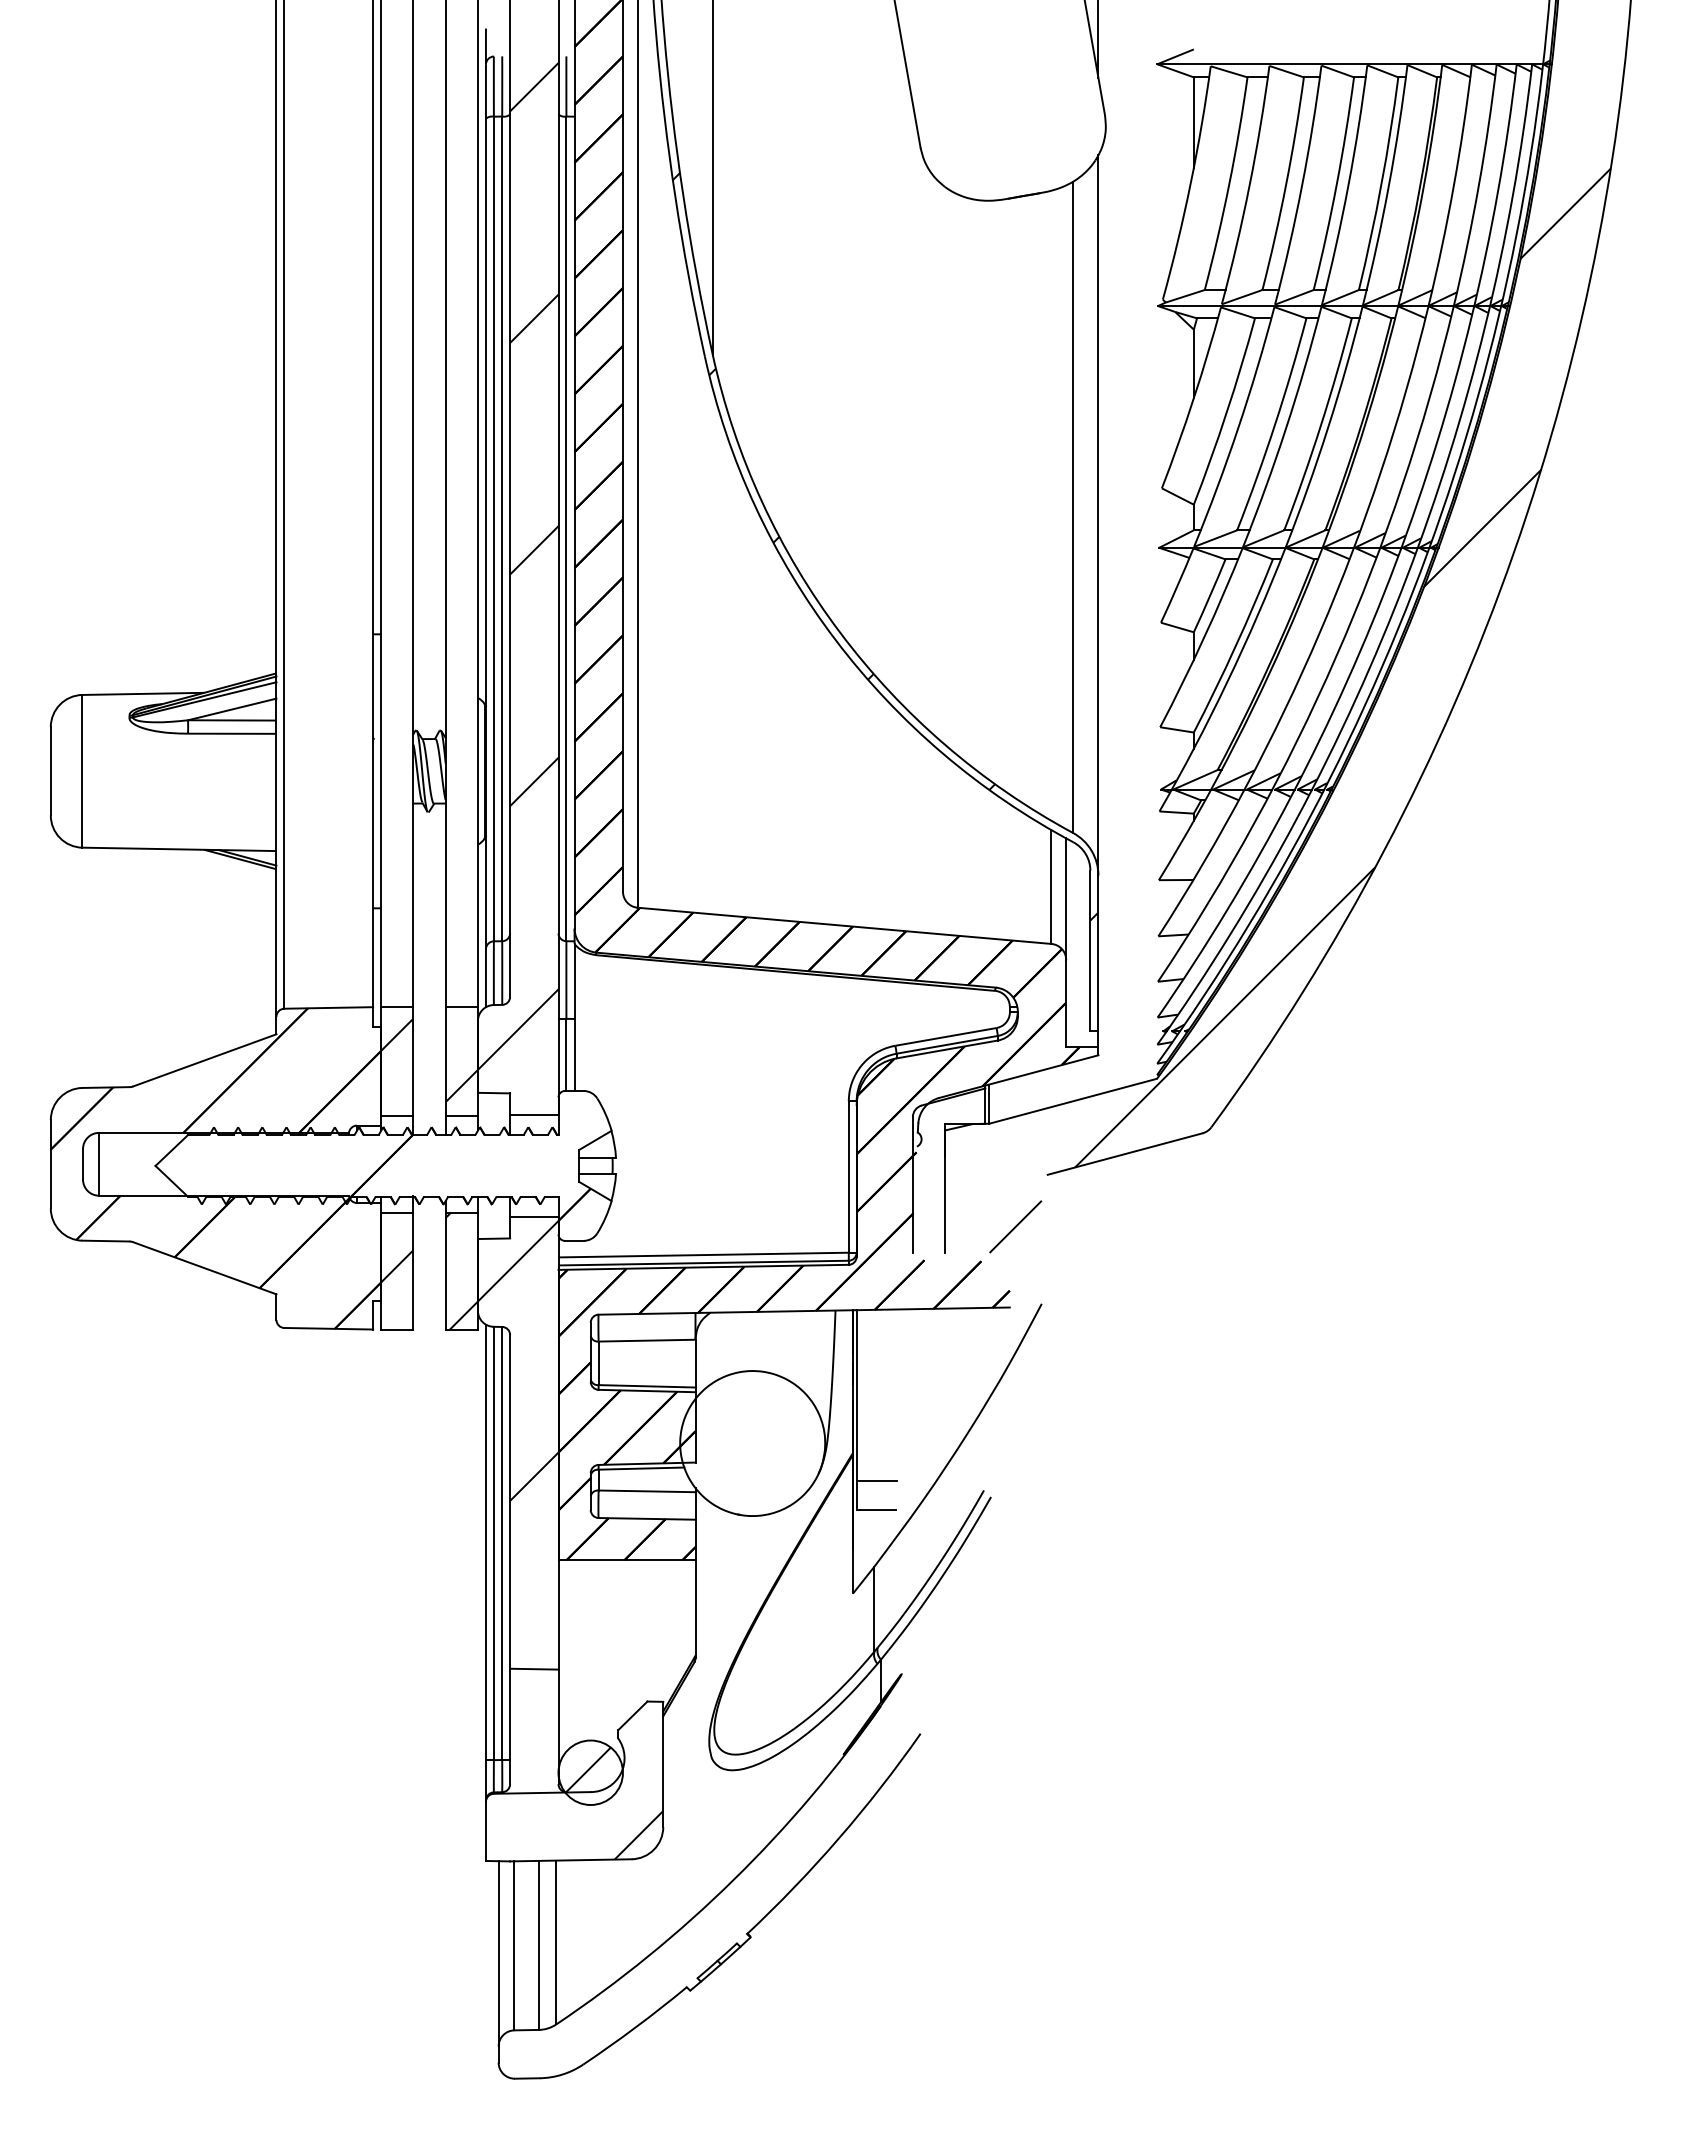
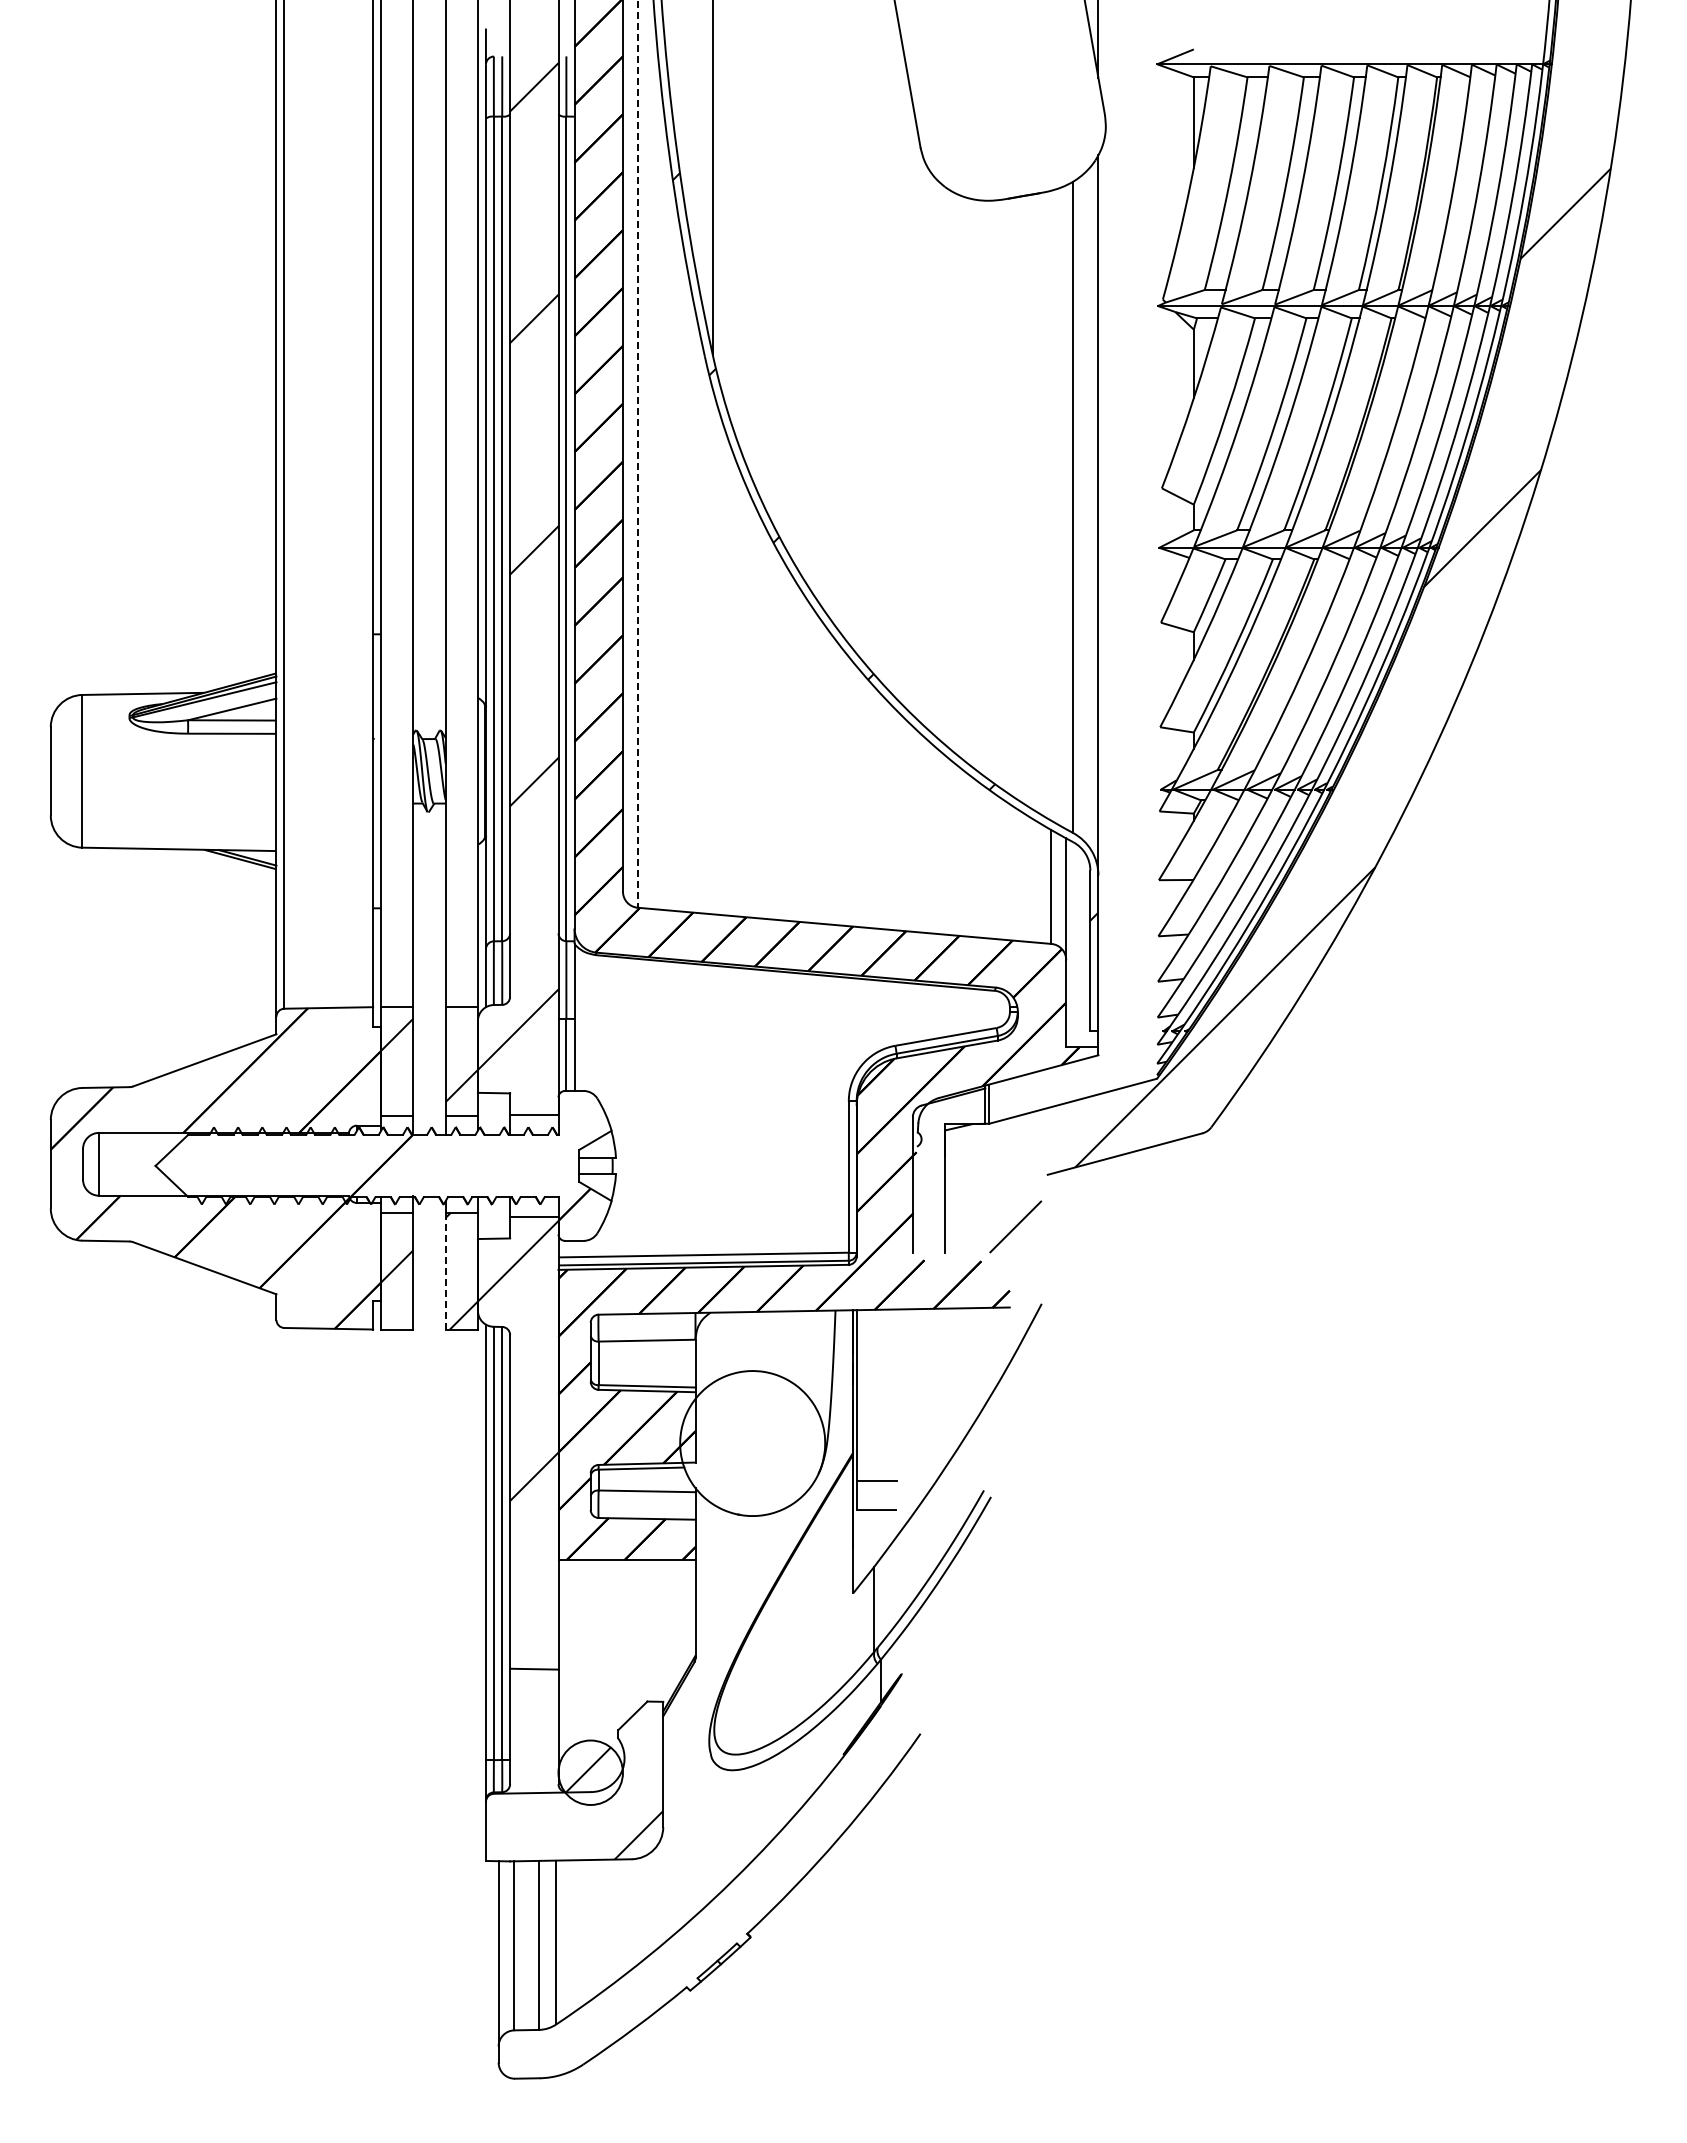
line at (637, 453): solid -> dashed
line at (445, 1270): solid -> dashed
